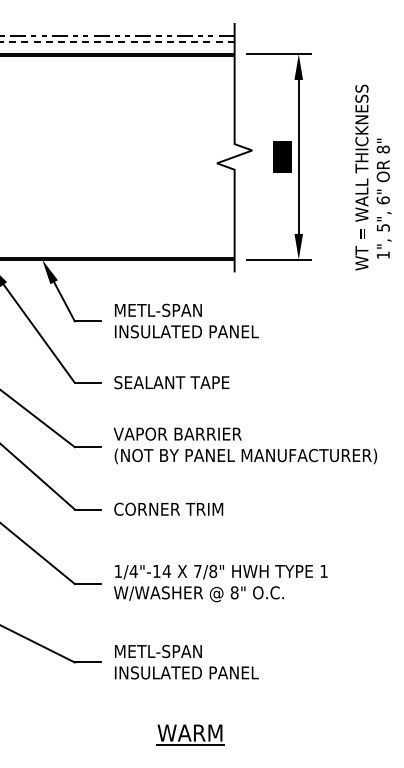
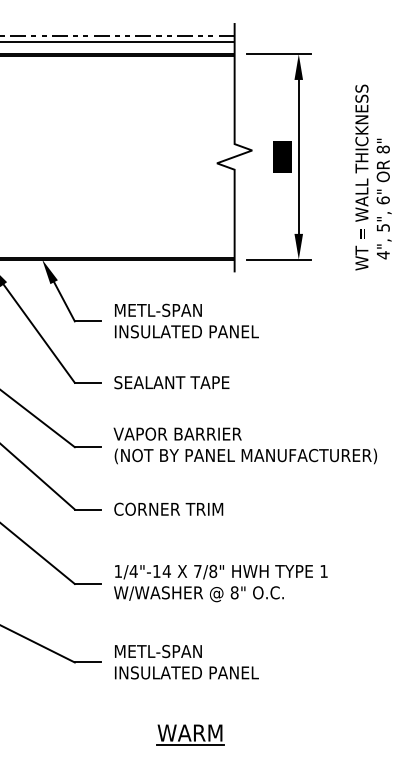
line at (117, 42): dashed -> solid
text at (383, 255): 1", -> 4",
